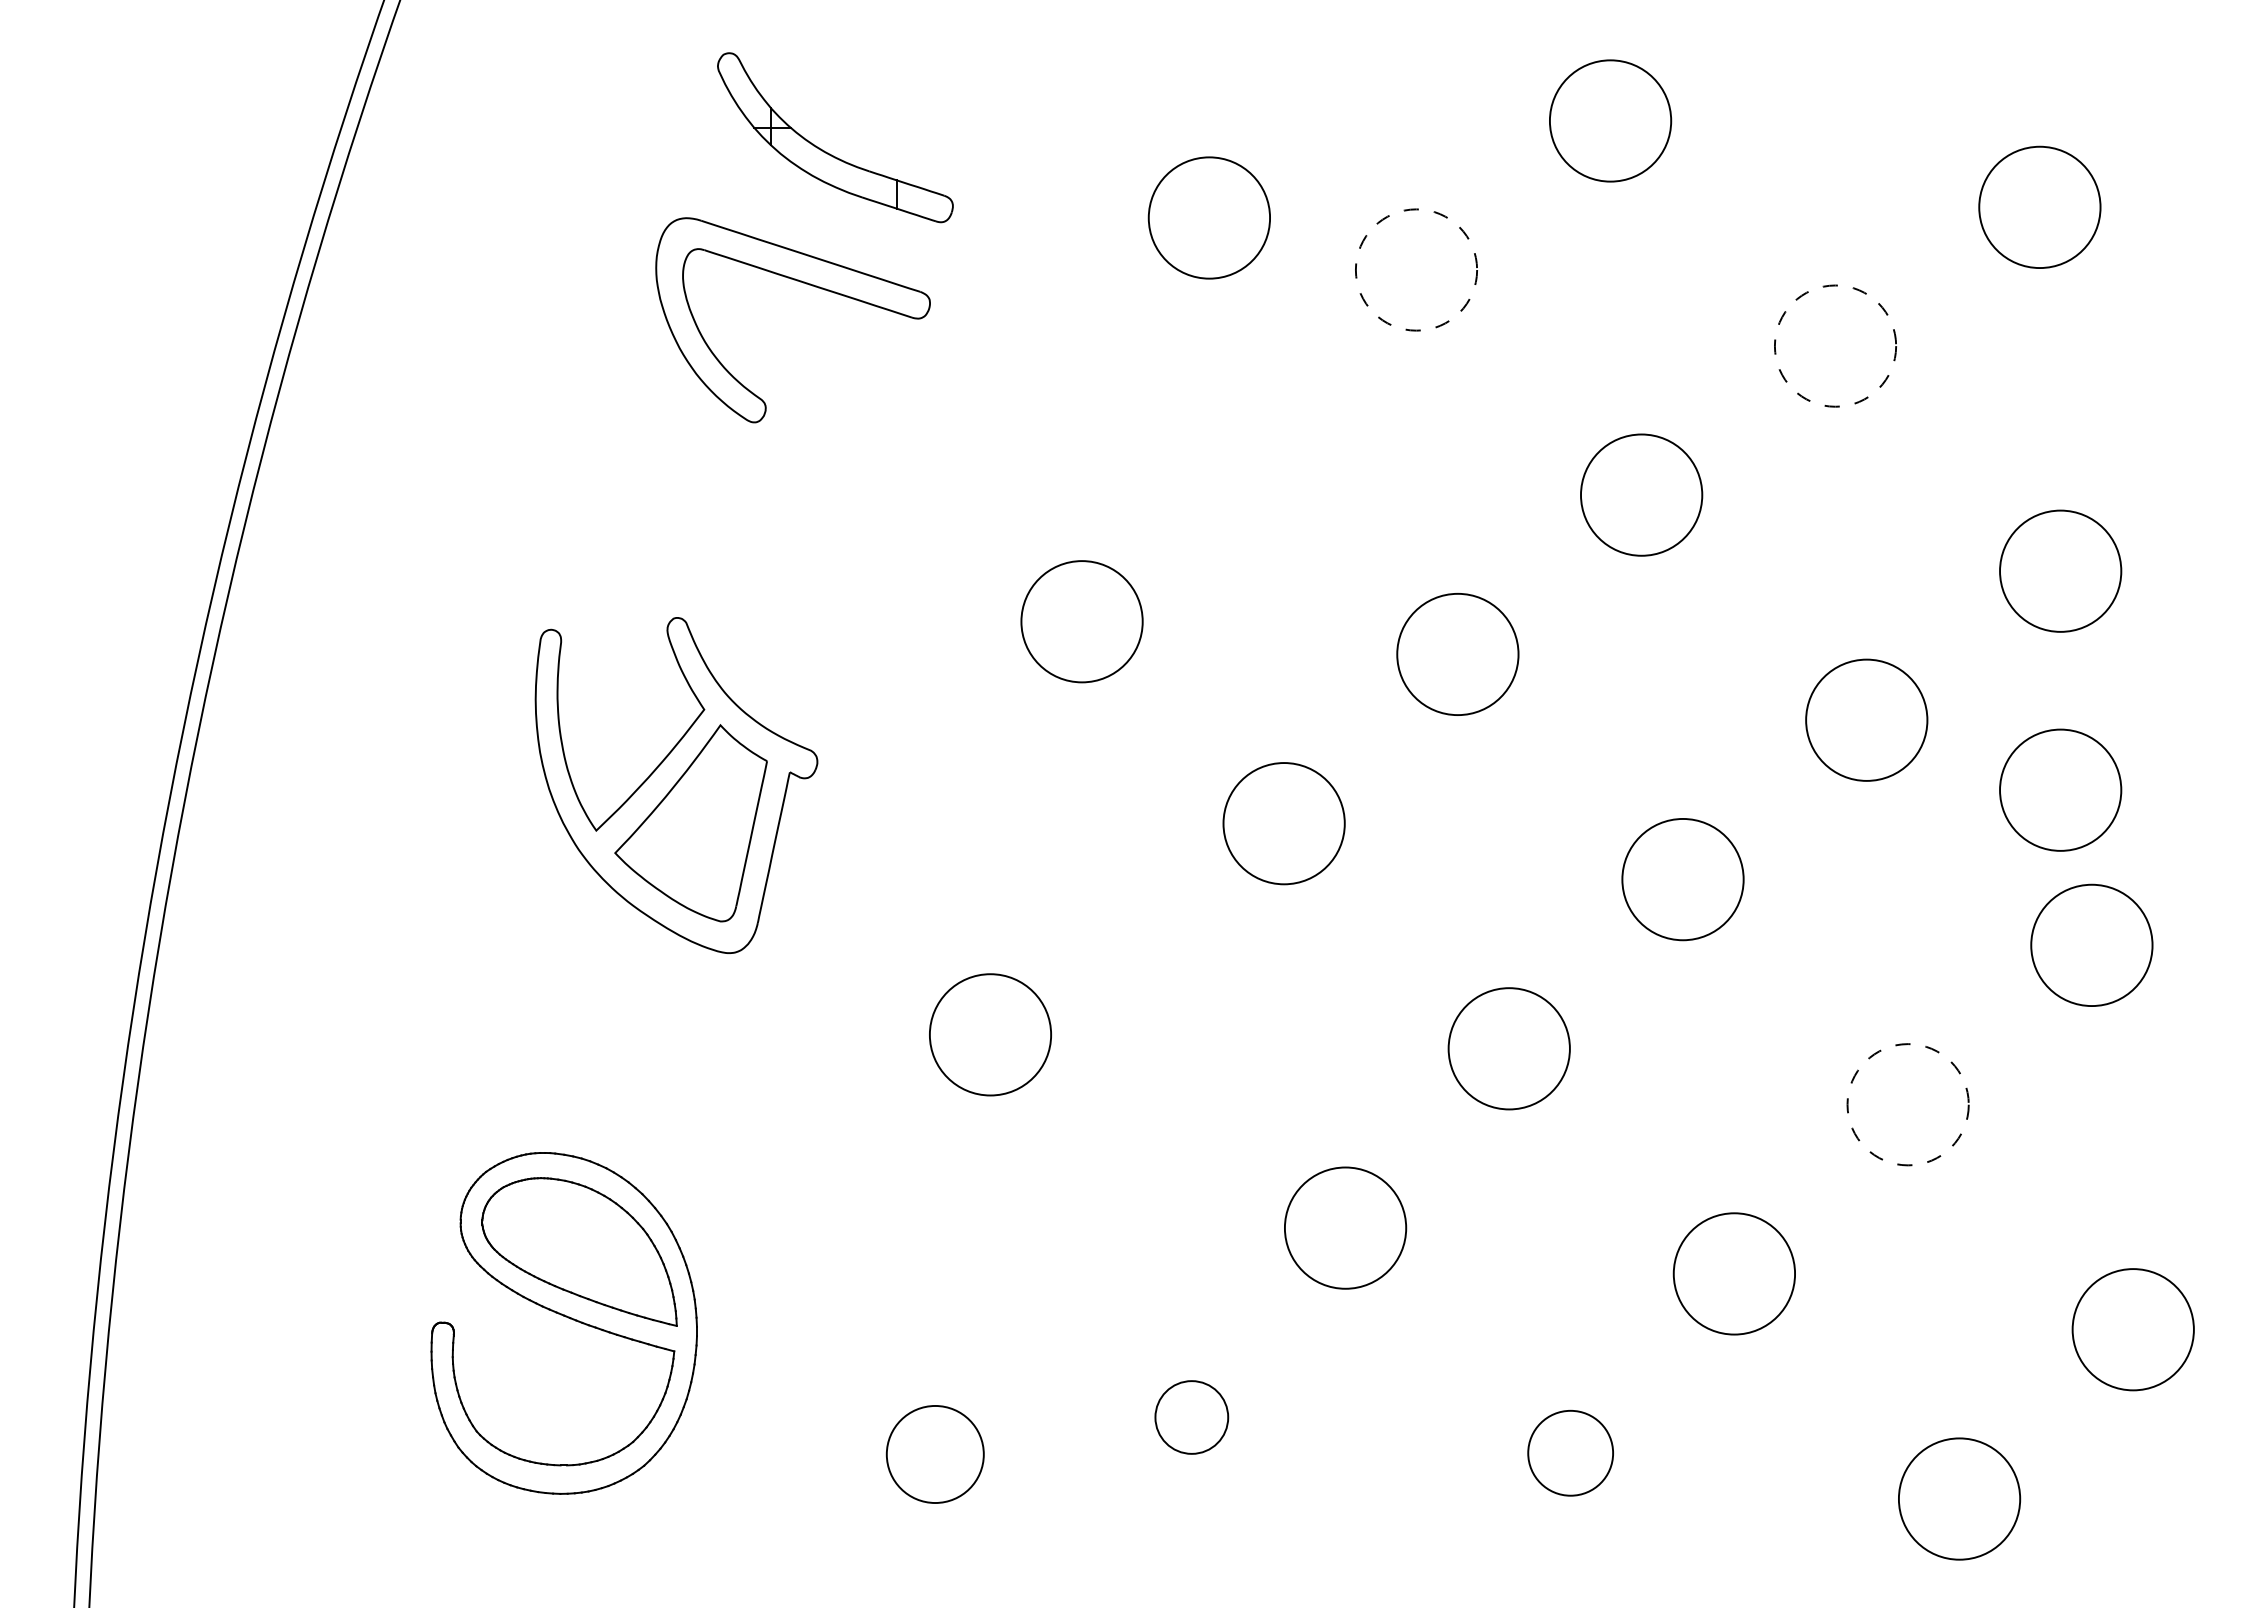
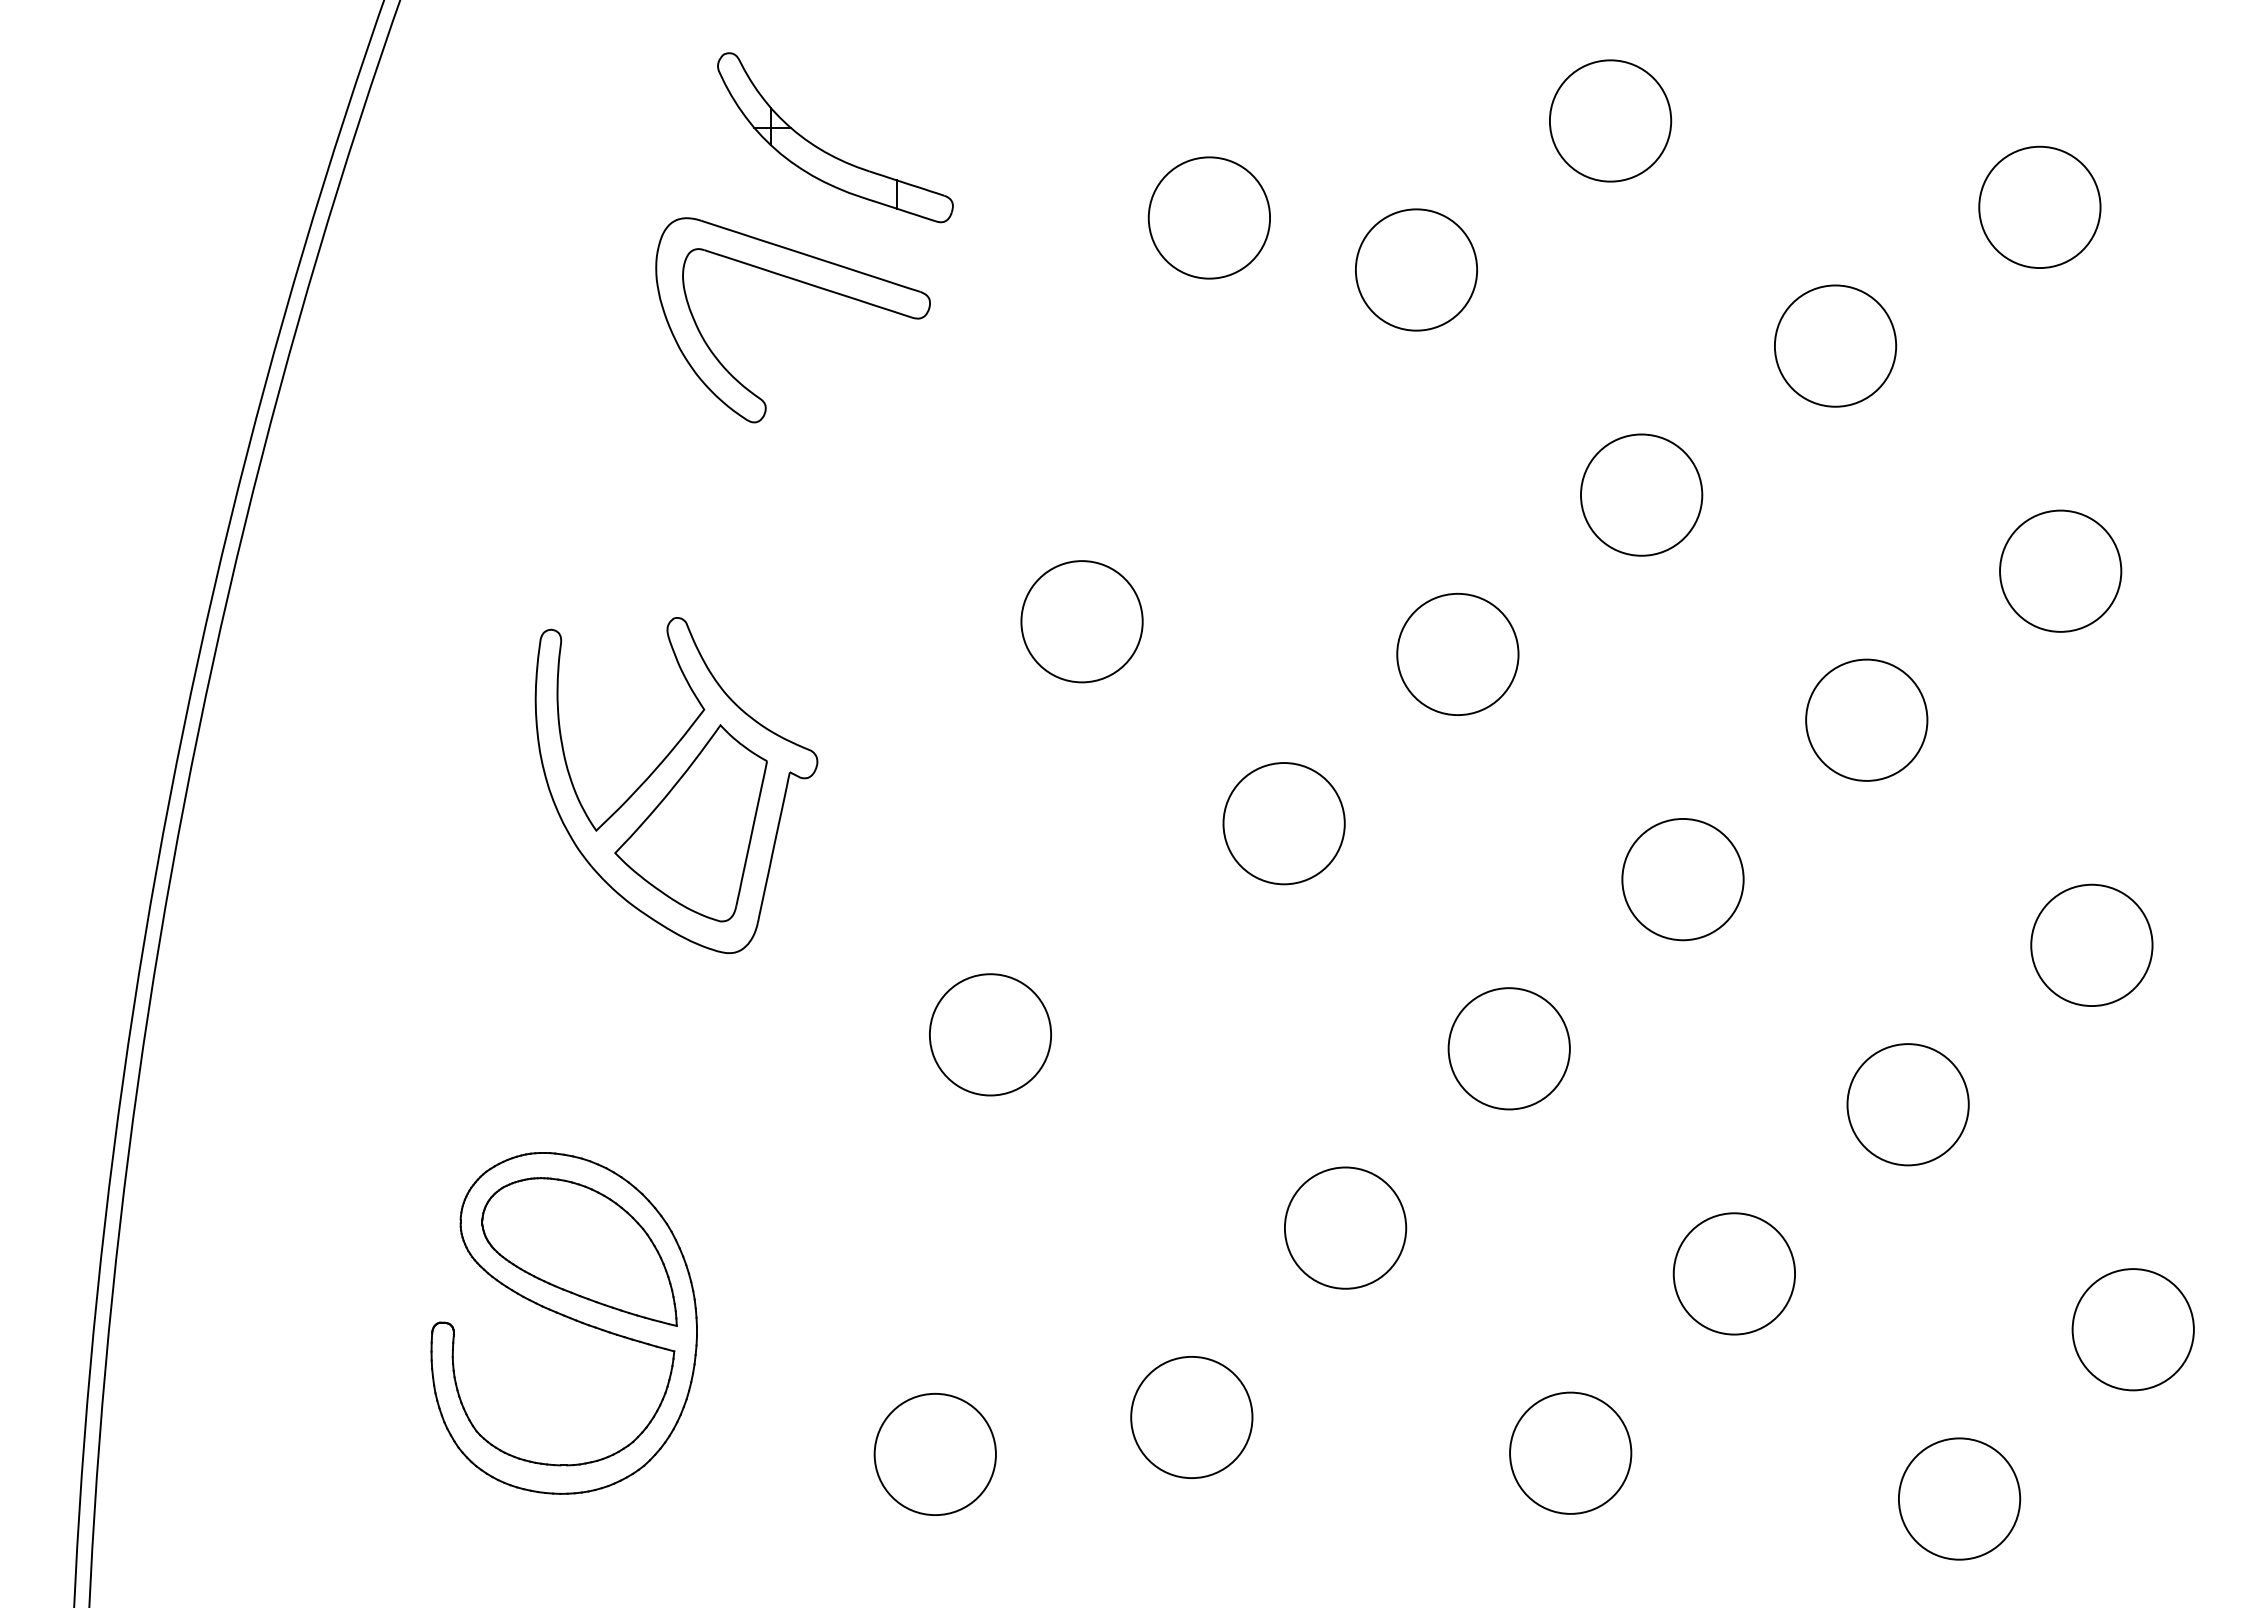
circle at (1416, 269): dashed -> solid
circle at (1835, 345): dashed -> solid
circle at (2060, 789): present -> none
circle at (1907, 1104): dashed -> solid
circle at (1191, 1417) diameter: 73 px -> 121 px
circle at (1570, 1452) diameter: 85 px -> 121 px
circle at (934, 1454) diameter: 97 px -> 121 px
